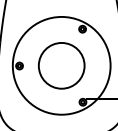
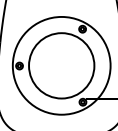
circle at (61, 65) diameter: 46 px -> 65 px
